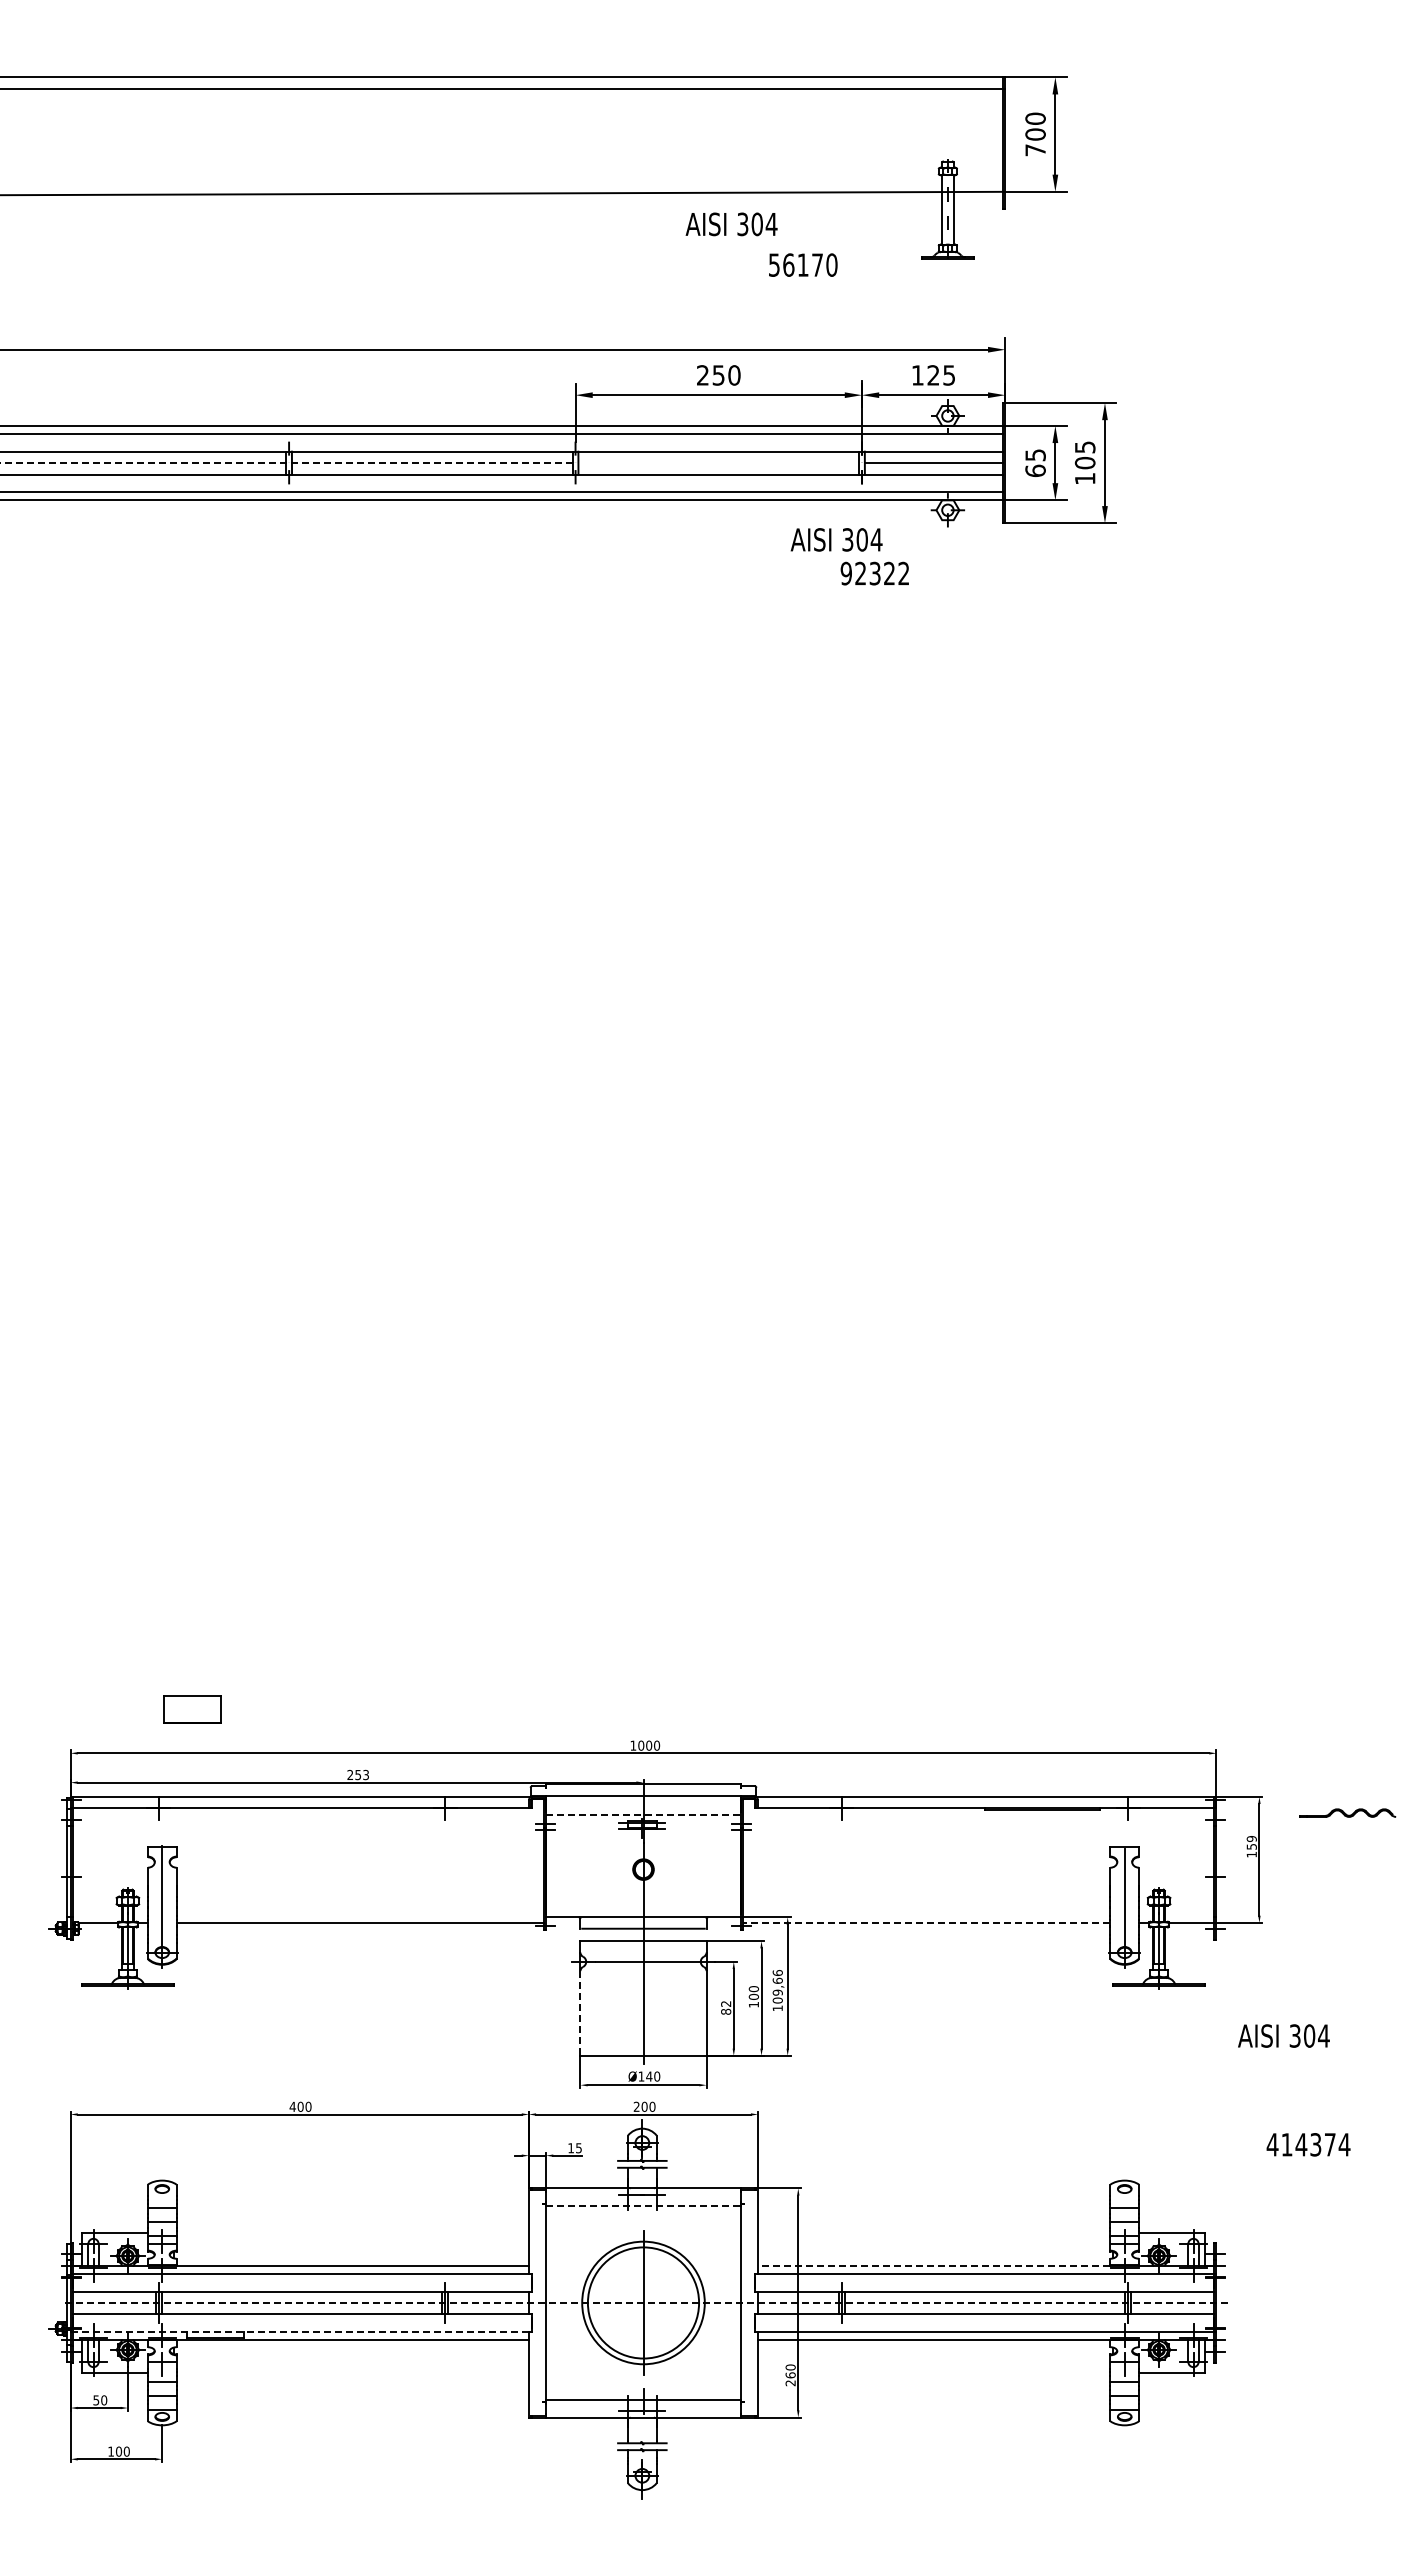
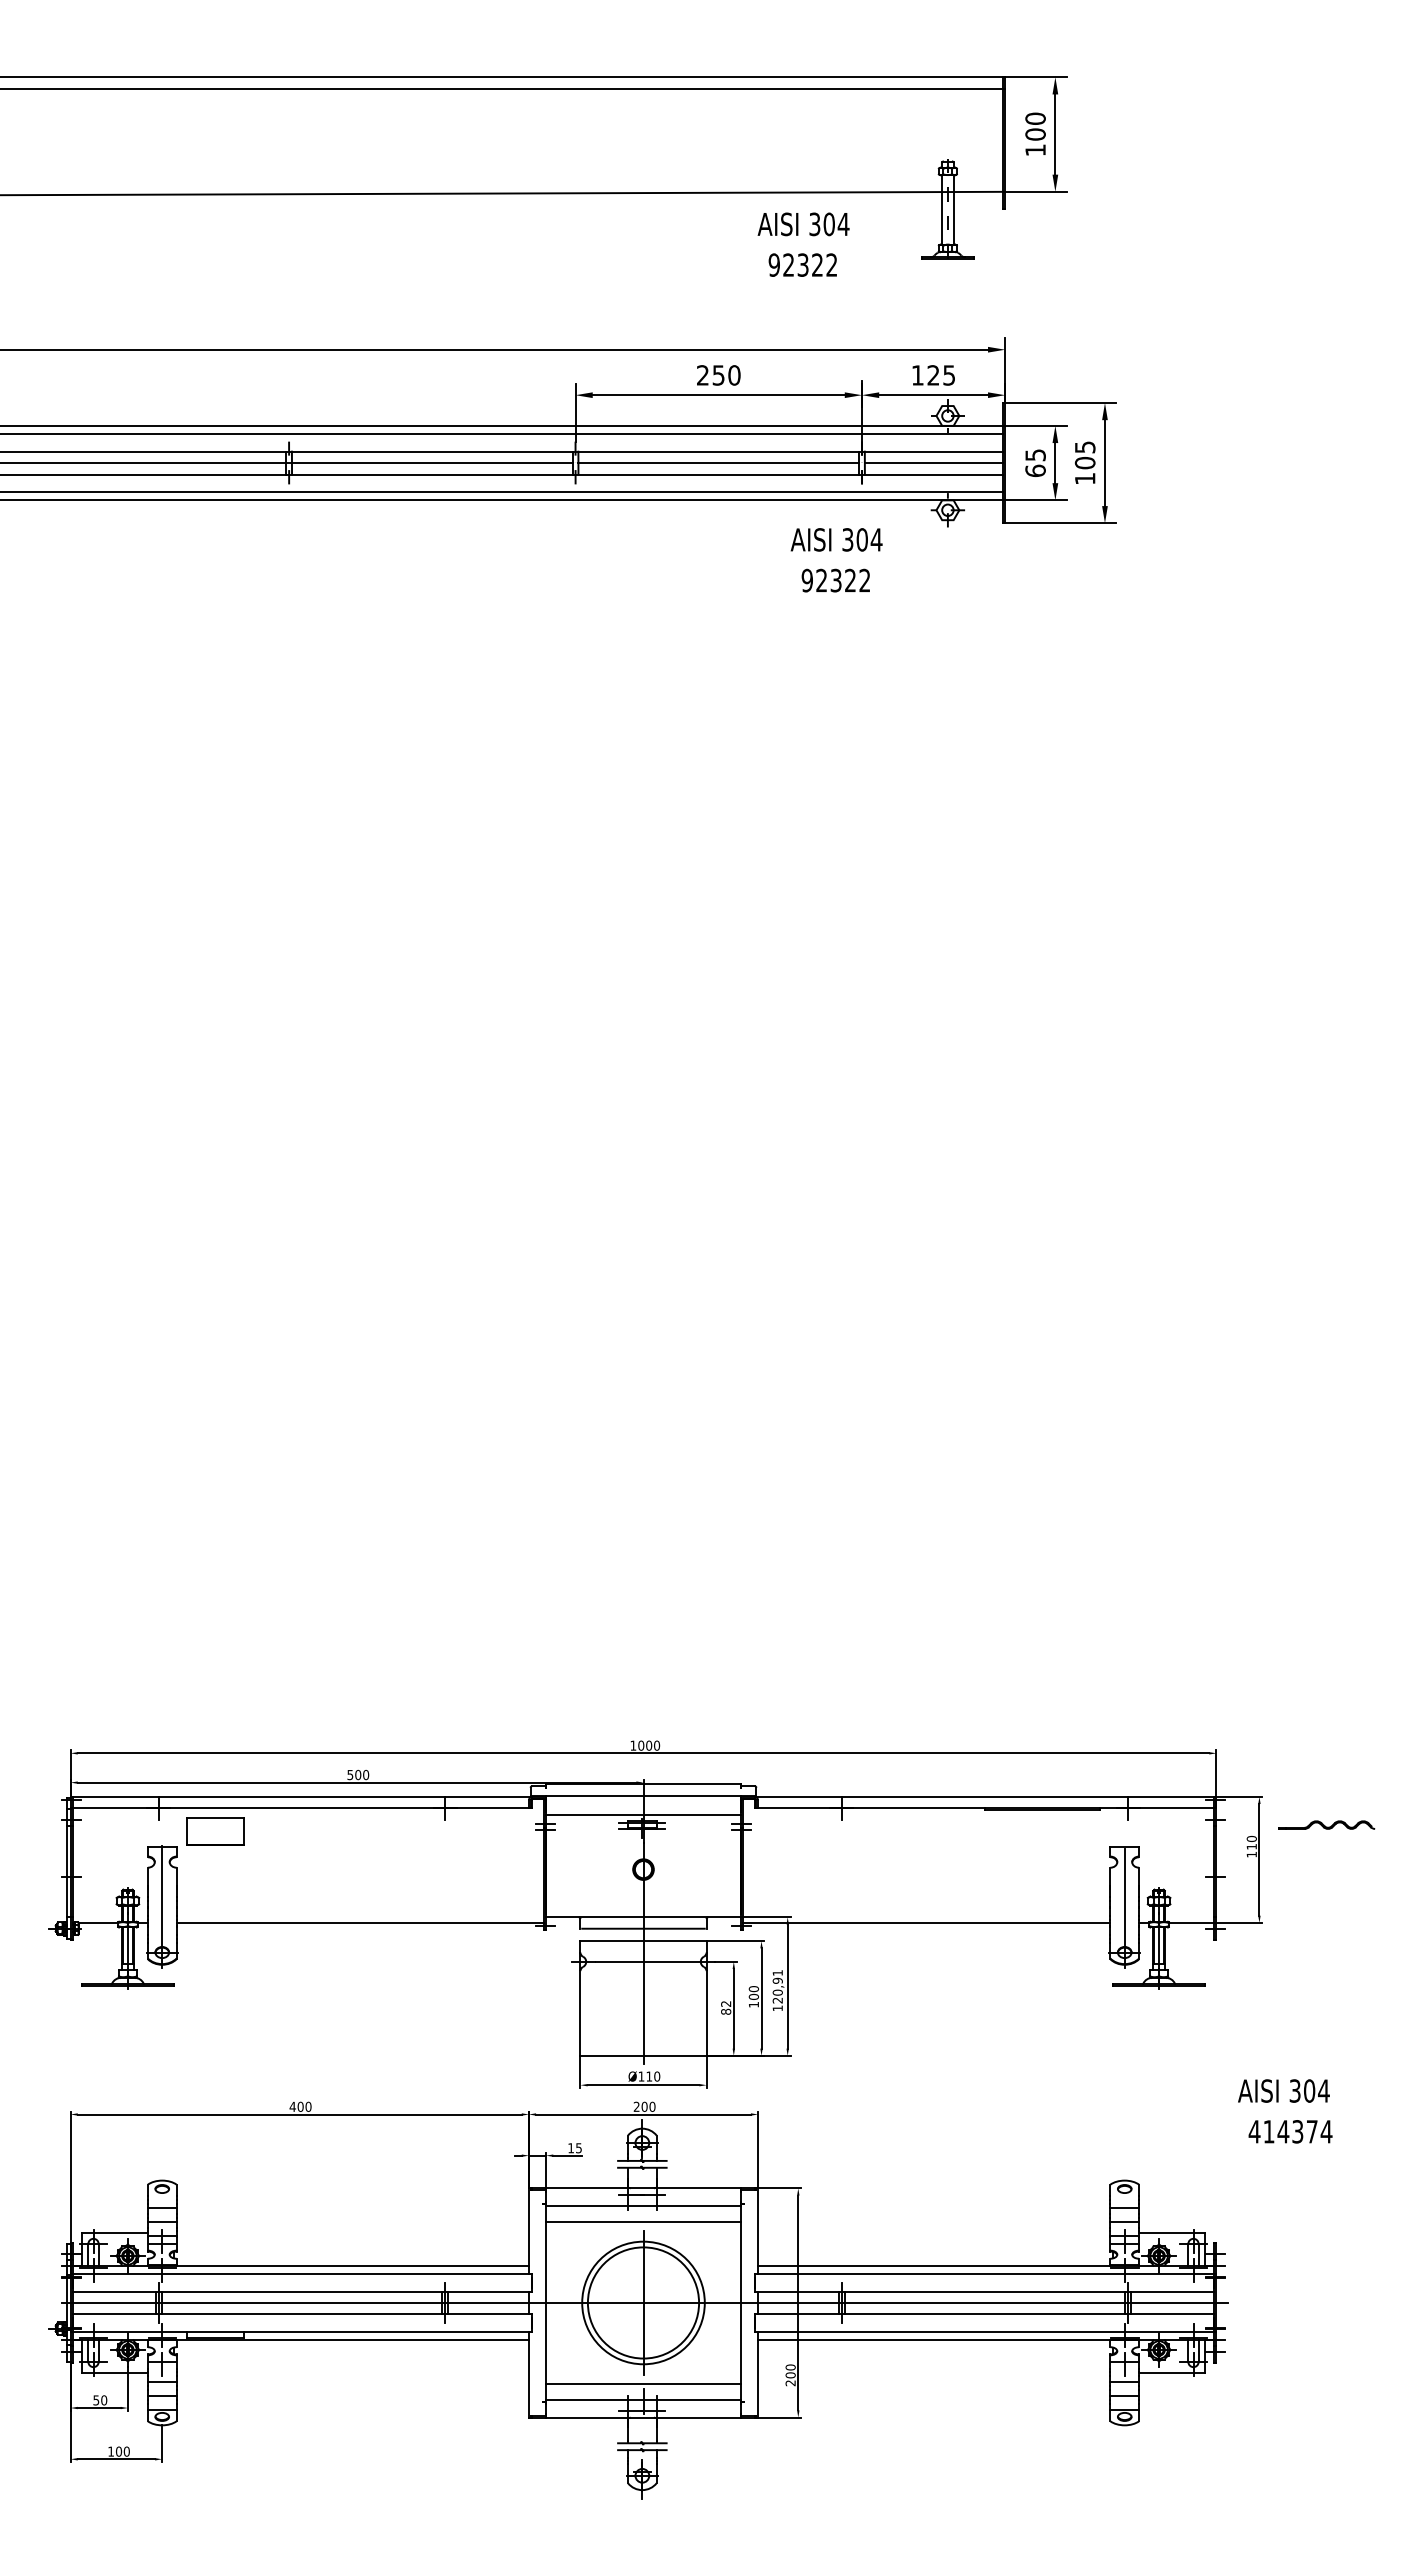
text at (1035, 150): 700 -> 100
text at (731, 224) position: (731, 224) -> (803, 224)
text at (802, 264): 56170 -> 92322
line at (286, 463): dashed -> solid
line at (718, 463): none -> present
text at (874, 573) position: (874, 573) -> (835, 580)
part at (192, 1709) position: (192, 1709) -> (215, 1831)
text at (358, 1774): 253 -> 500
part at (1347, 1812) position: (1347, 1812) -> (1326, 1824)
line at (644, 1815): dashed -> solid
text at (1251, 1842): 159 -> 110
line at (926, 1922): dashed -> solid
text at (777, 1986): 109,66 -> 120,91
line at (580, 2013): dashed -> solid
text at (1283, 2035) position: (1283, 2035) -> (1283, 2090)
text at (649, 2076): 140 -> 110
text at (1308, 2144) position: (1308, 2144) -> (1290, 2131)
line at (644, 2205): dashed -> solid
line at (643, 2221): none -> present
line at (933, 2265): dashed -> solid
line at (644, 2302): dashed -> solid
line at (300, 2331): dashed -> solid
text at (790, 2375): 260 -> 200
line at (643, 2384): none -> present
